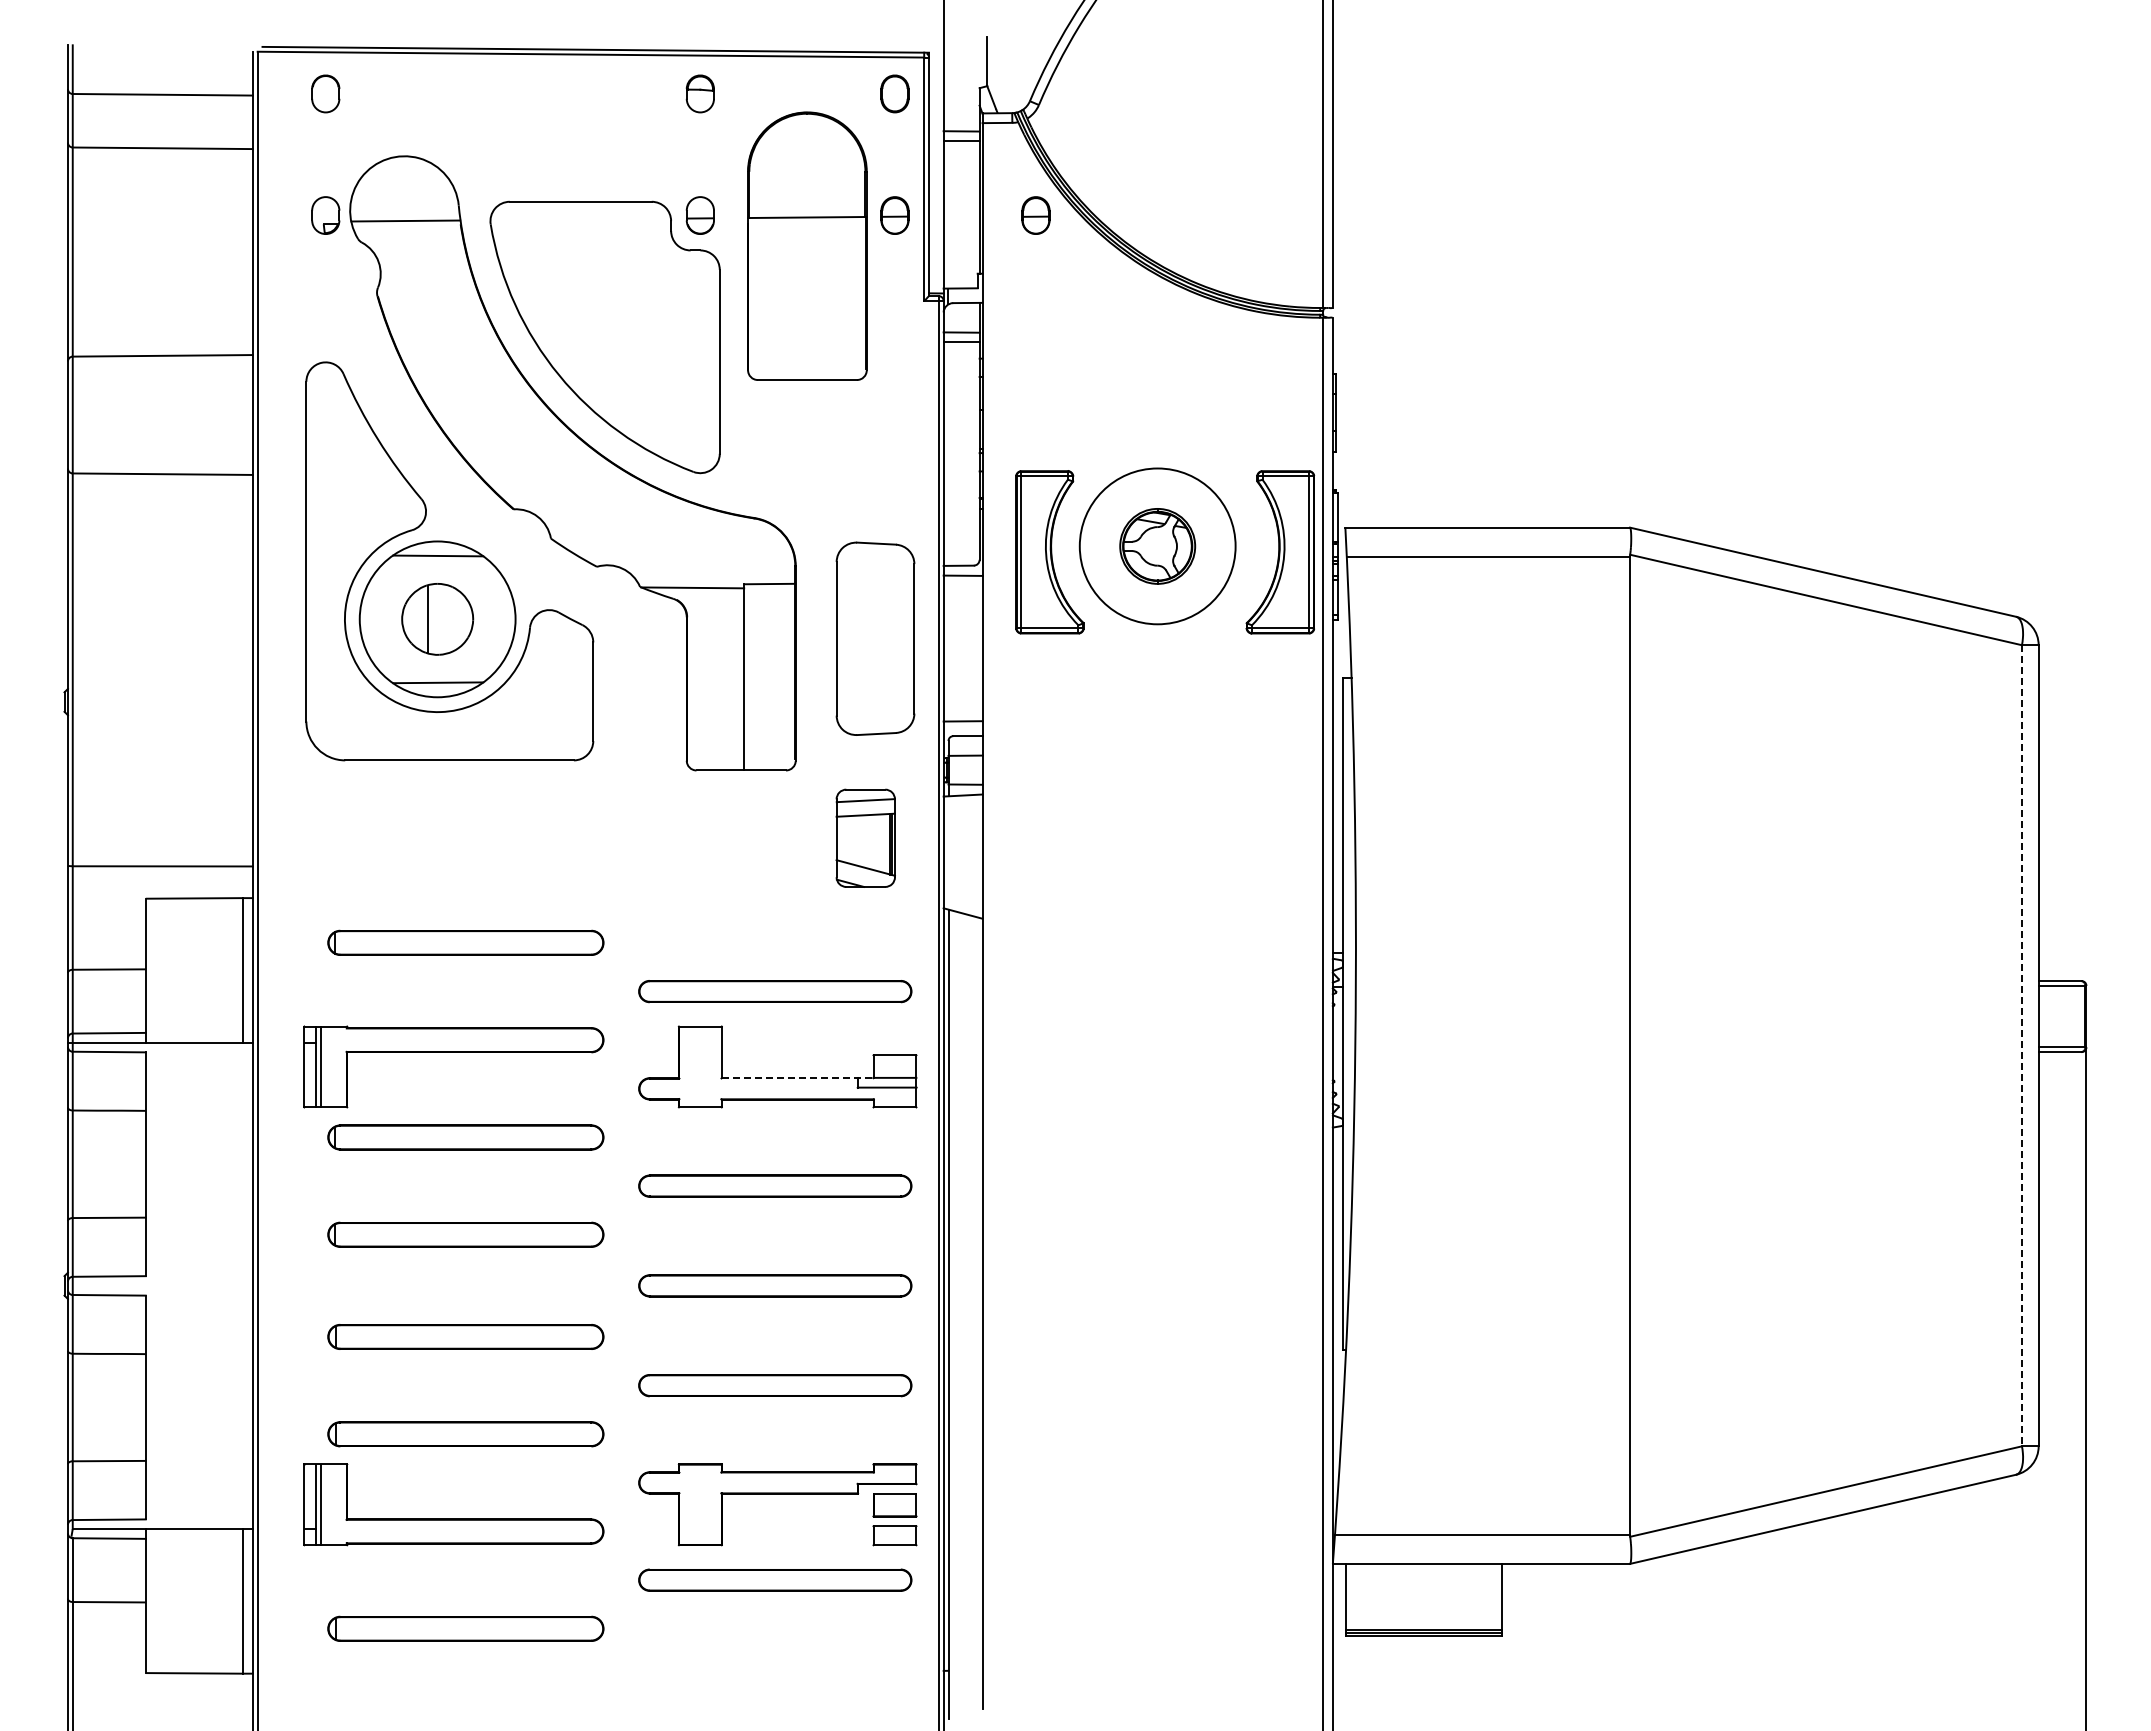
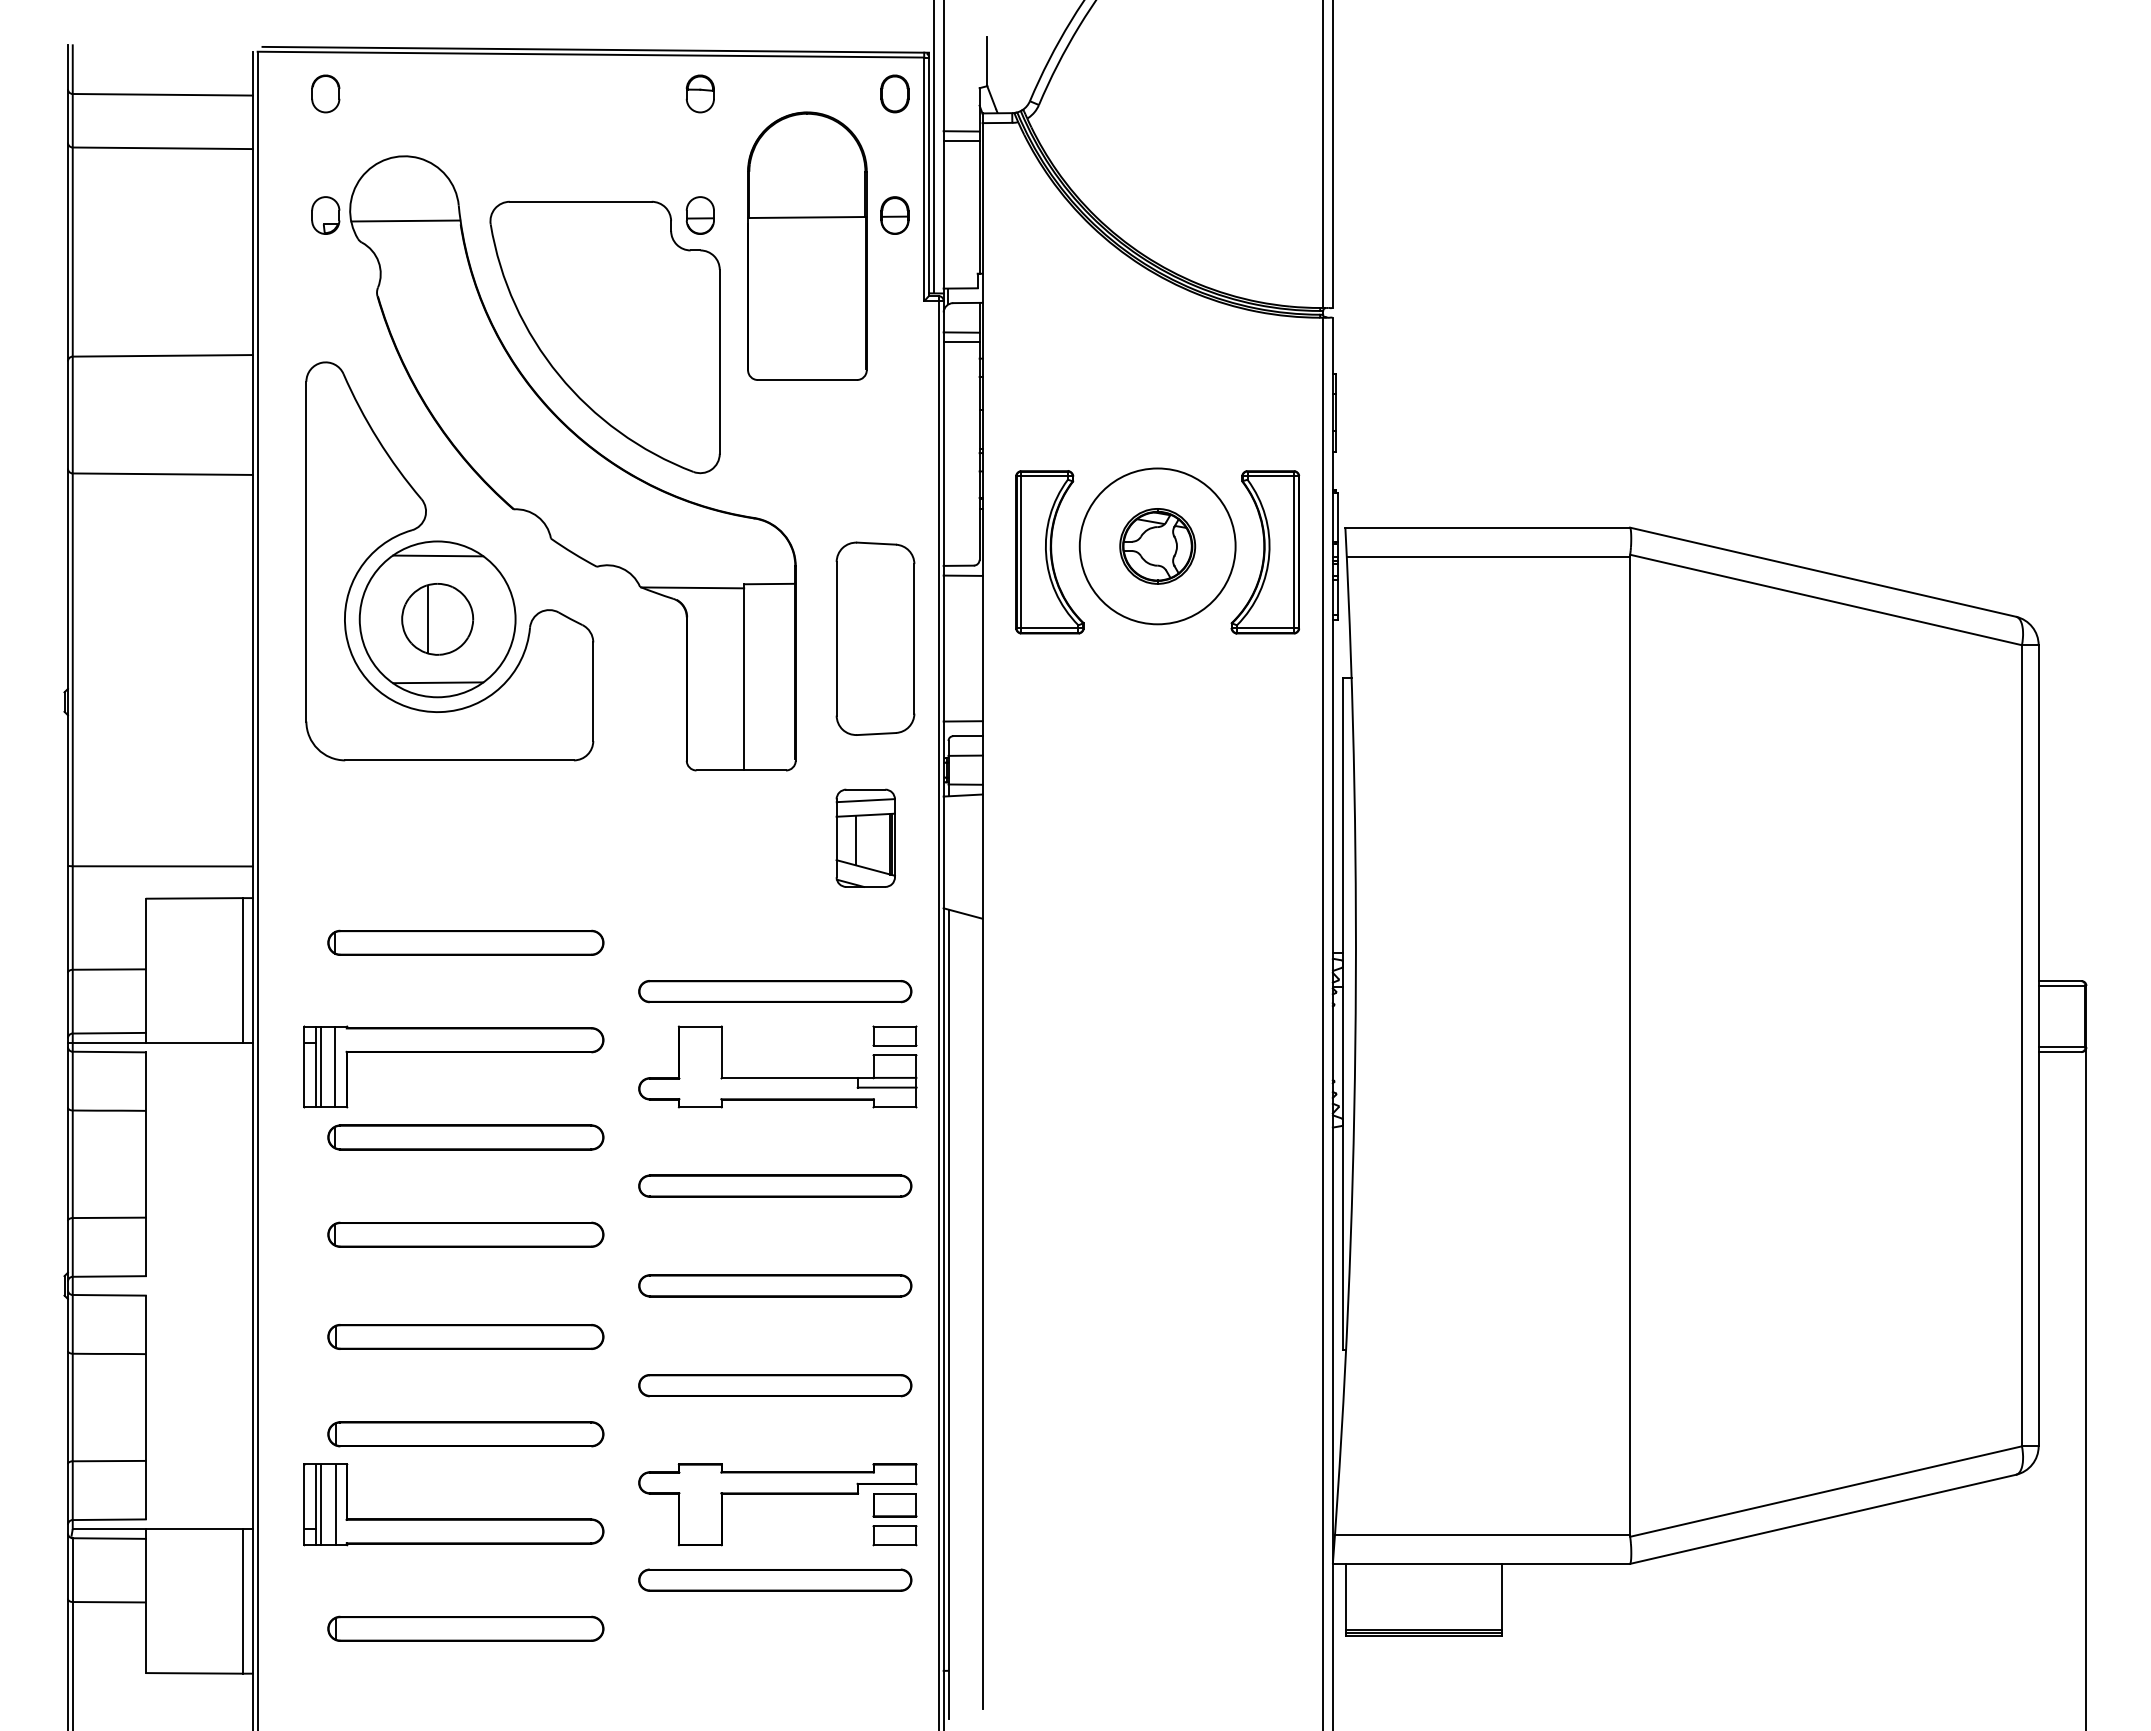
line at (933, 147): none -> present
part at (1035, 215): present -> none
part at (1280, 552) position: (1280, 552) -> (1265, 552)
line at (856, 840): none -> present
part at (894, 1035): none -> present
line at (2021, 1045): dashed -> solid
line at (335, 1066): none -> present
line at (797, 1078): dashed -> solid
line at (335, 1504): none -> present
